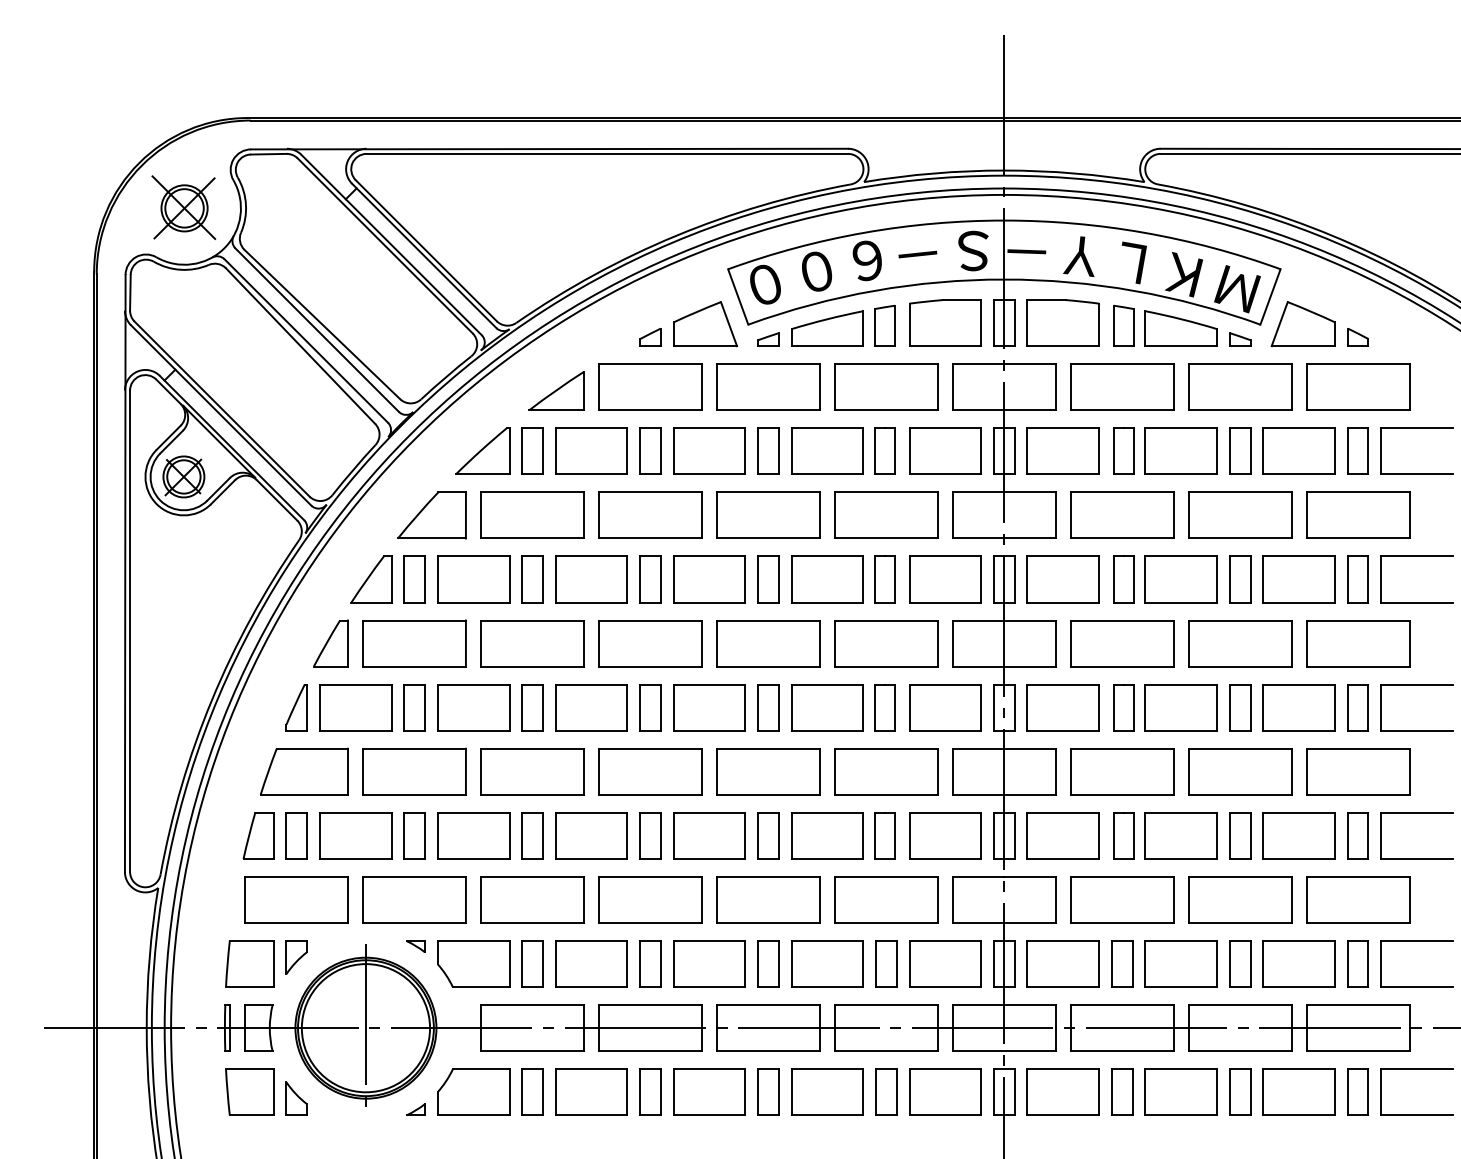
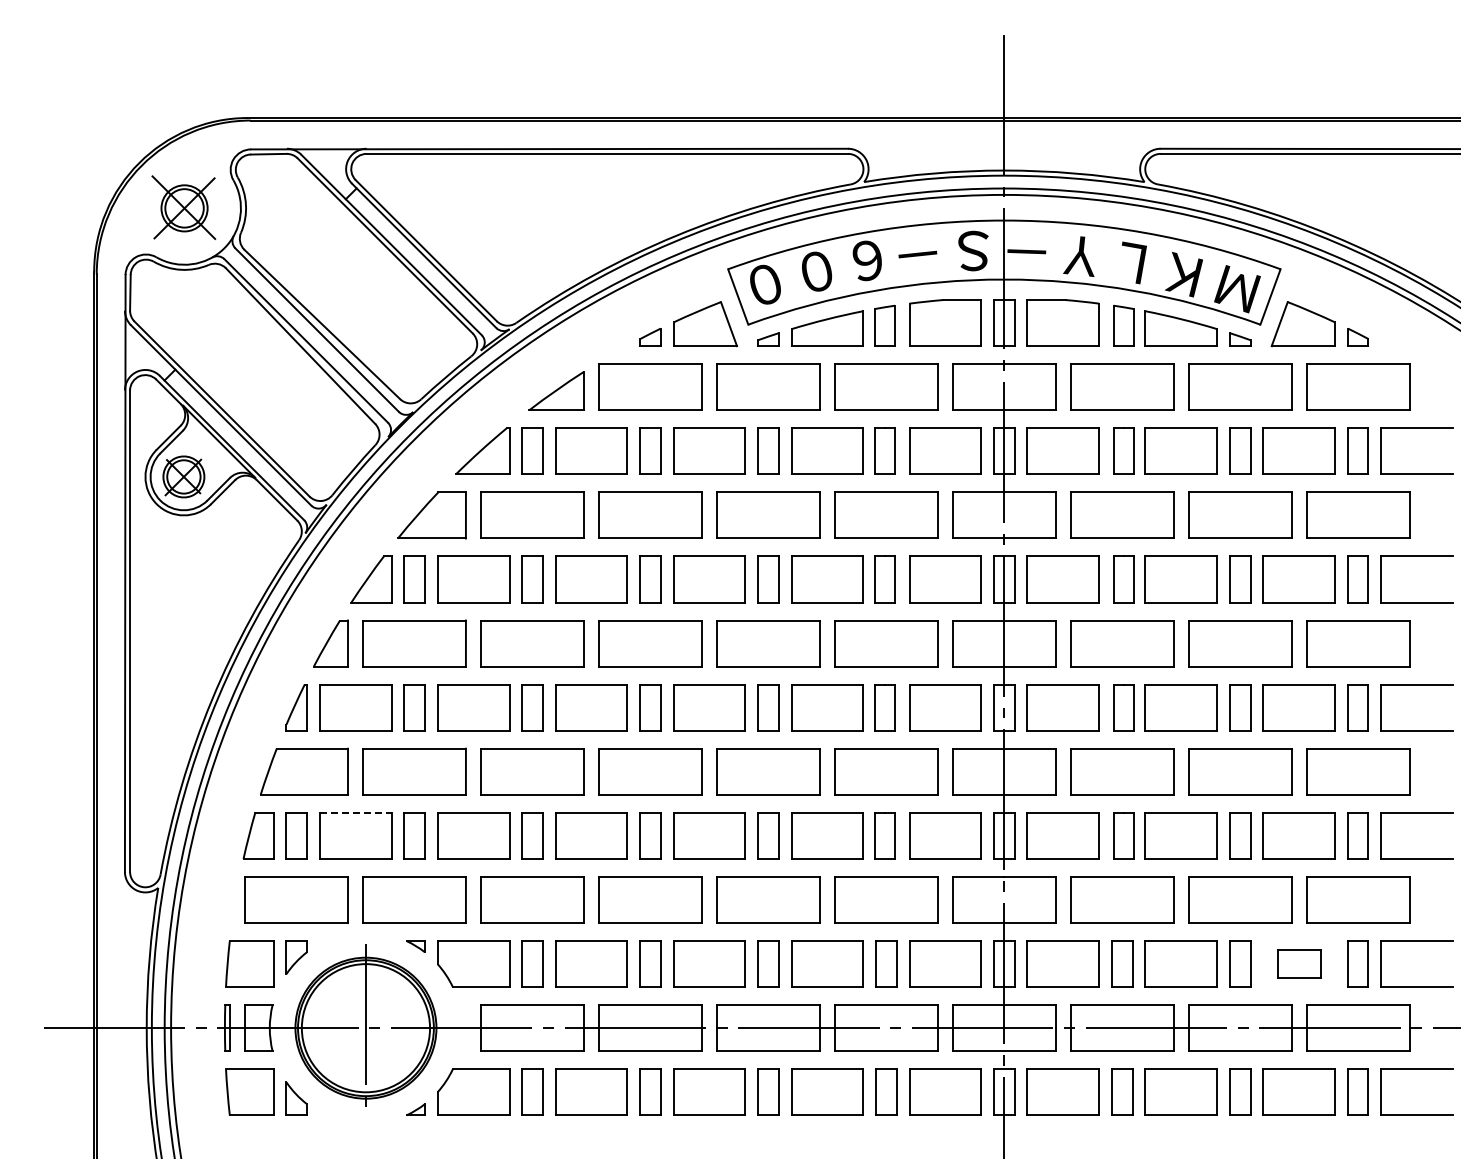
line at (355, 812): solid -> dashed
part at (1298, 963) size: 74x48 px -> 45x30 px
